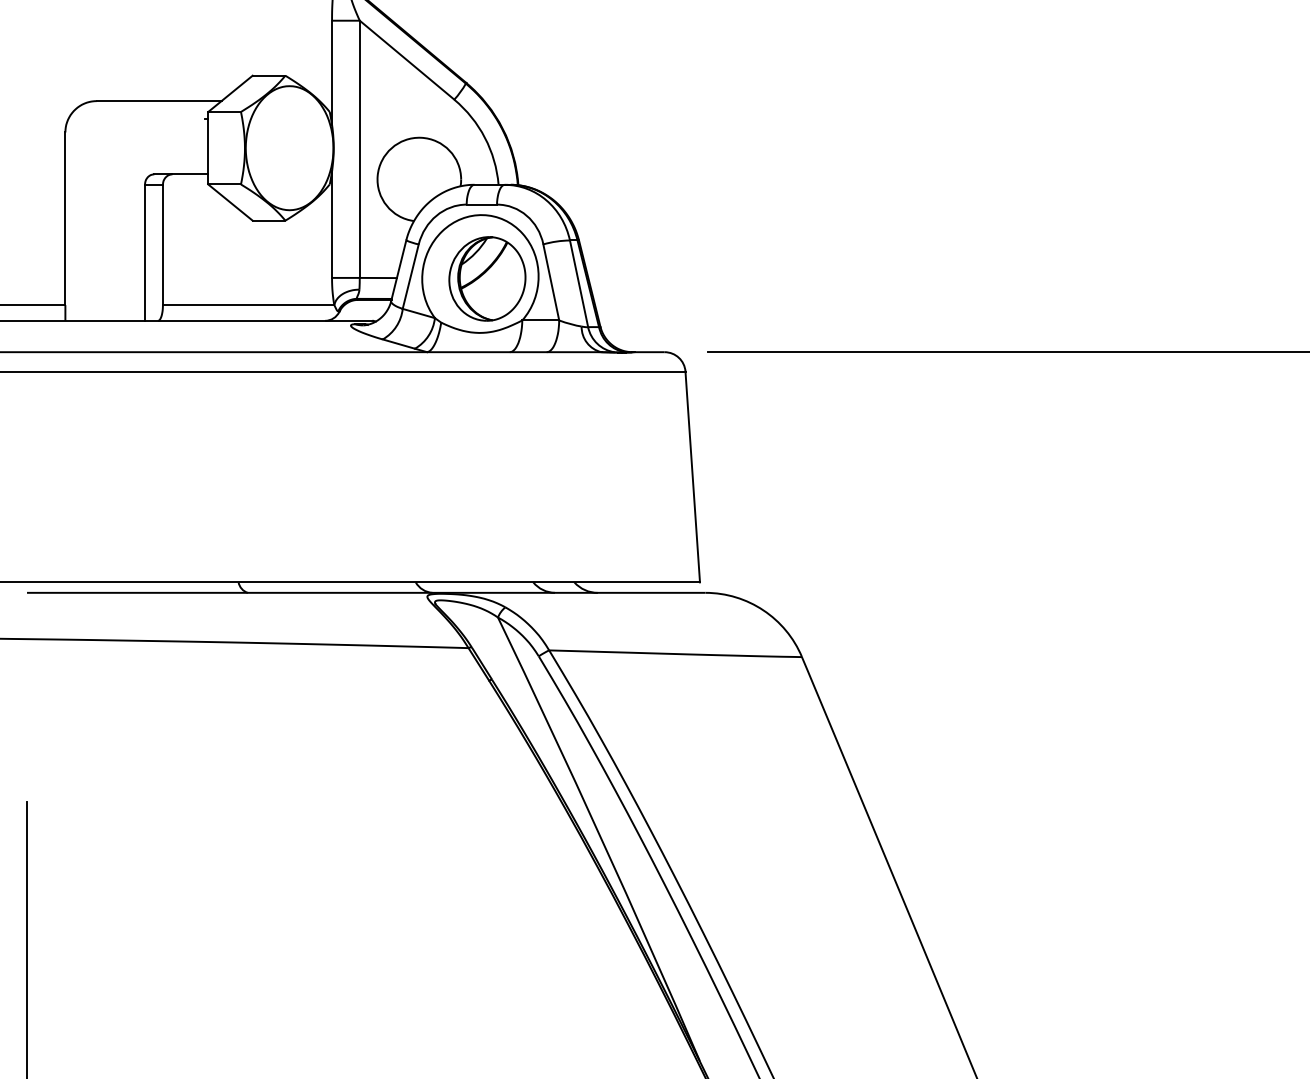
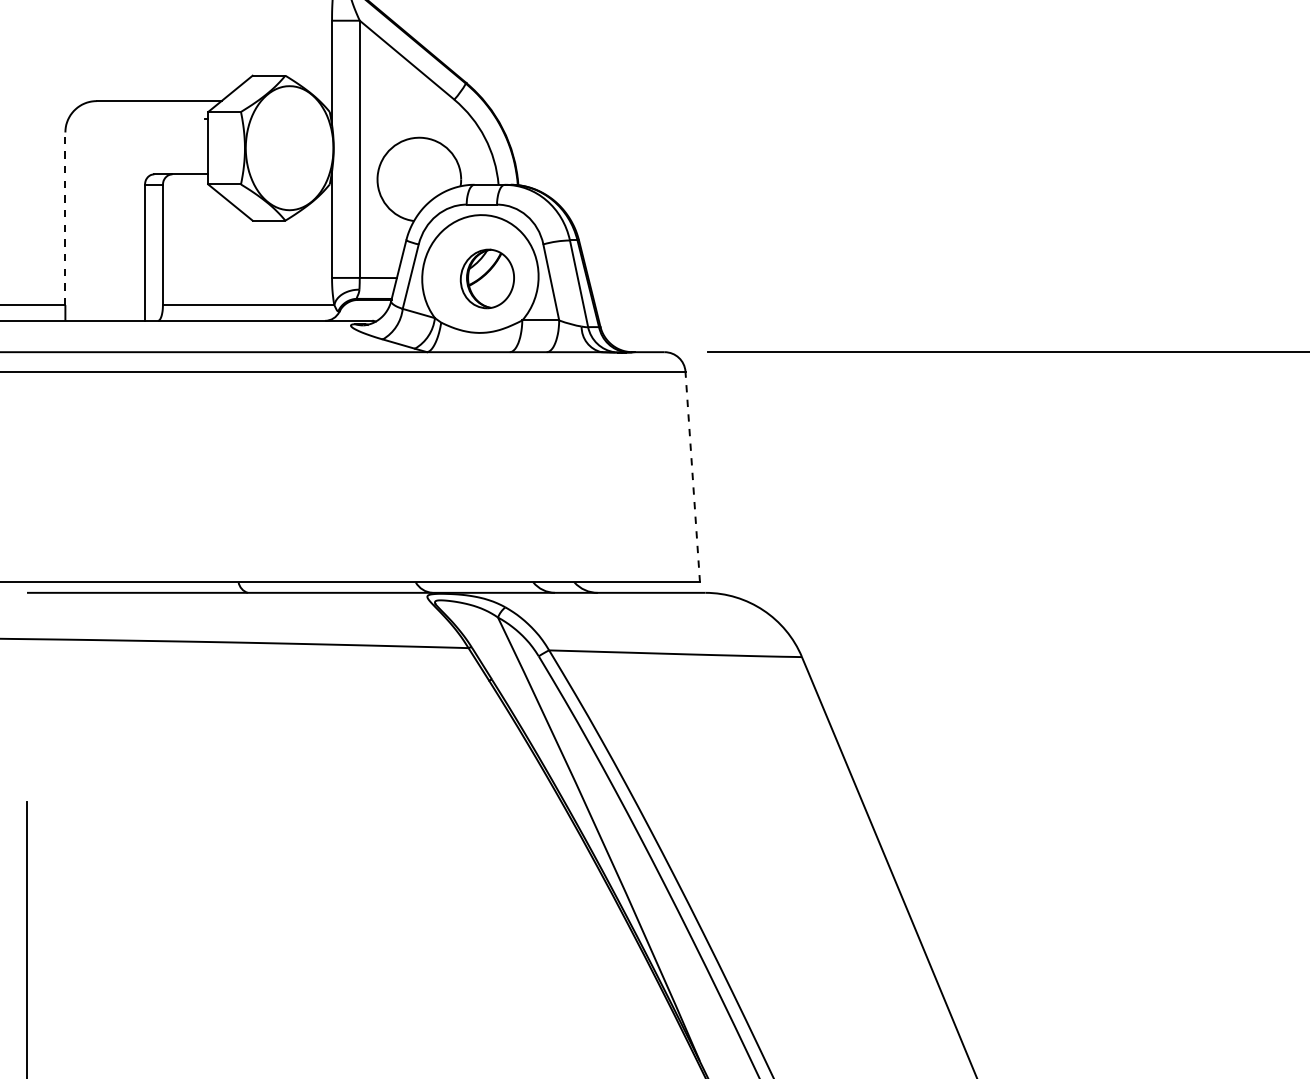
line at (65, 218): solid -> dashed
part at (487, 278) size: 79x86 px -> 56x62 px
line at (692, 477): solid -> dashed
